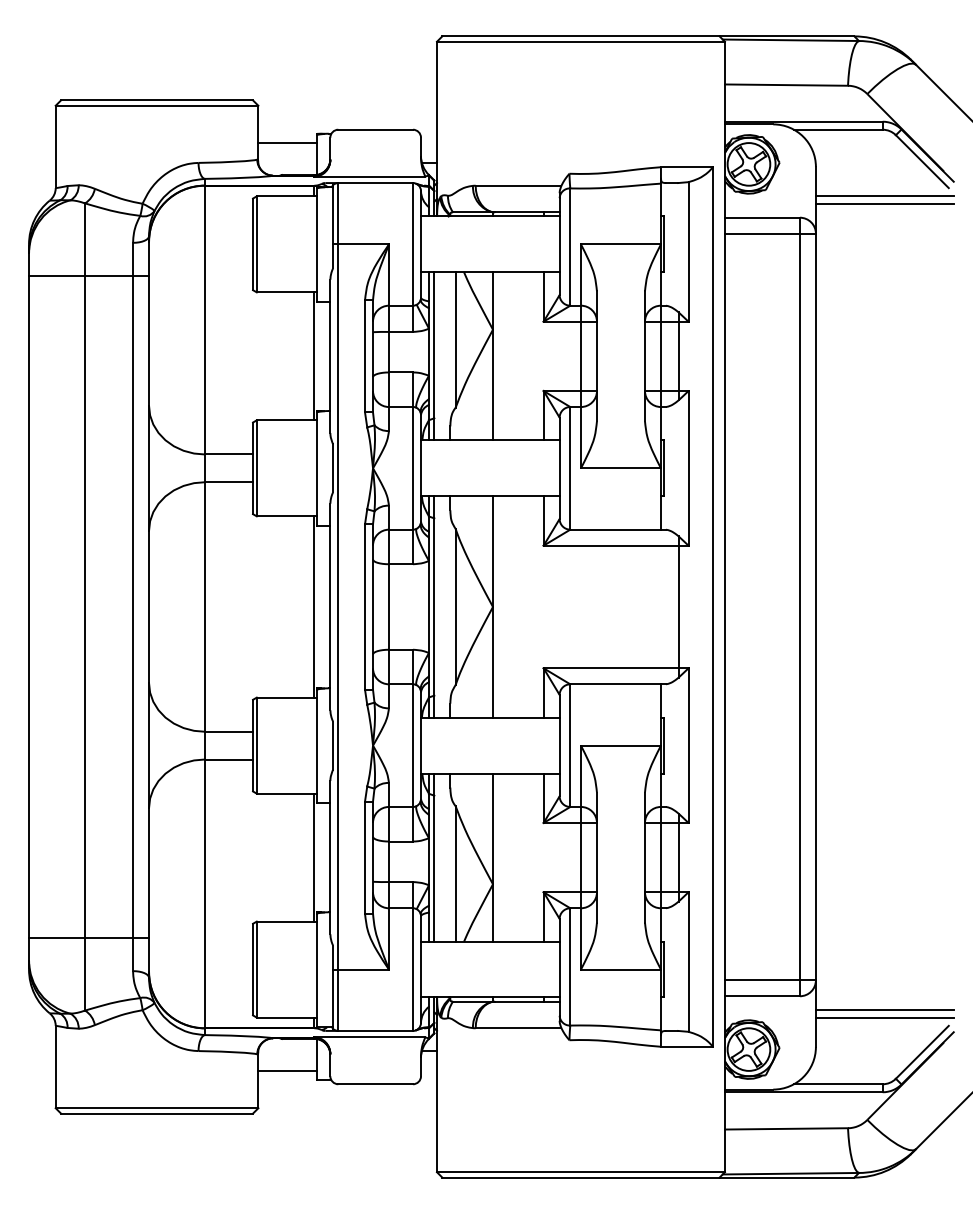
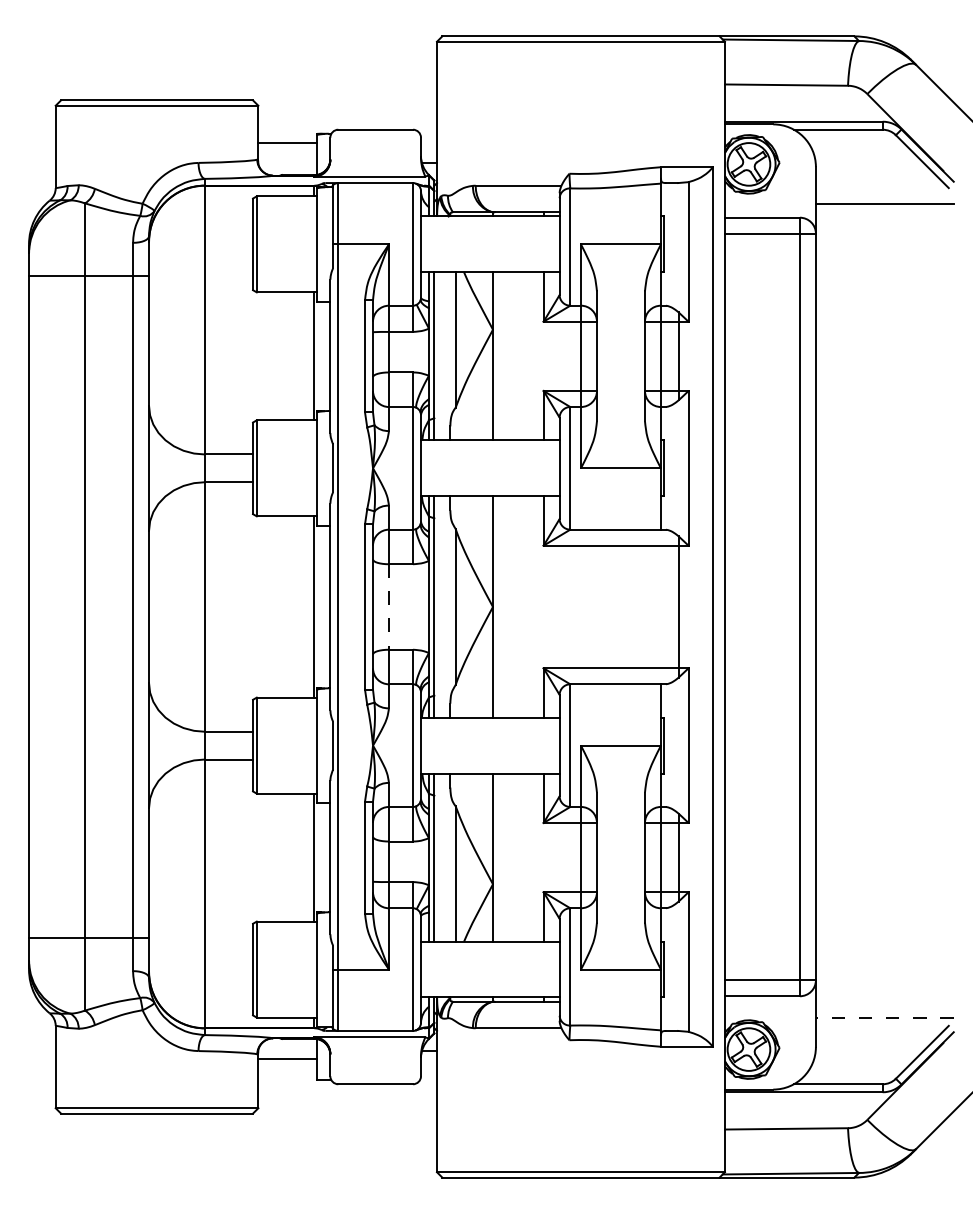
line at (884, 196): present -> none
line at (389, 607): solid -> dashed
line at (884, 1009): present -> none
line at (884, 1017): solid -> dashed
line at (287, 1070) position: (287, 1070) -> (287, 1058)
